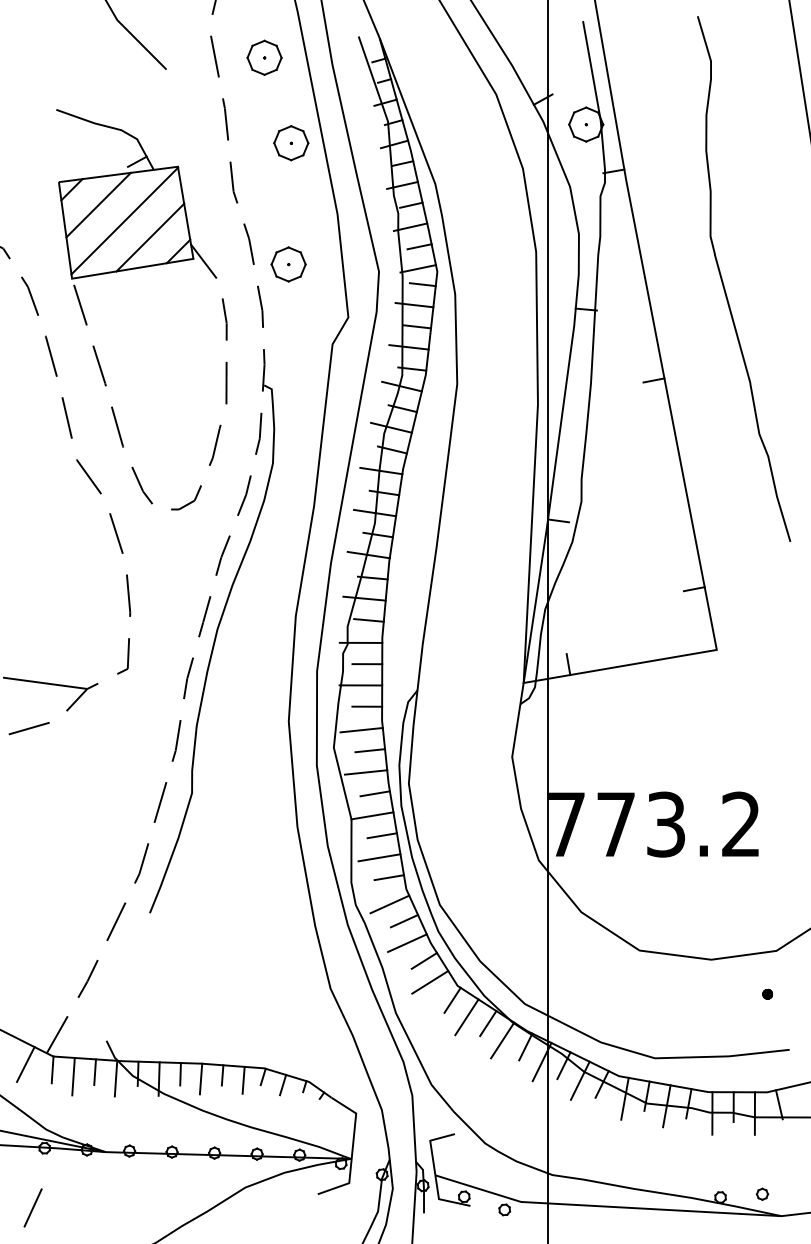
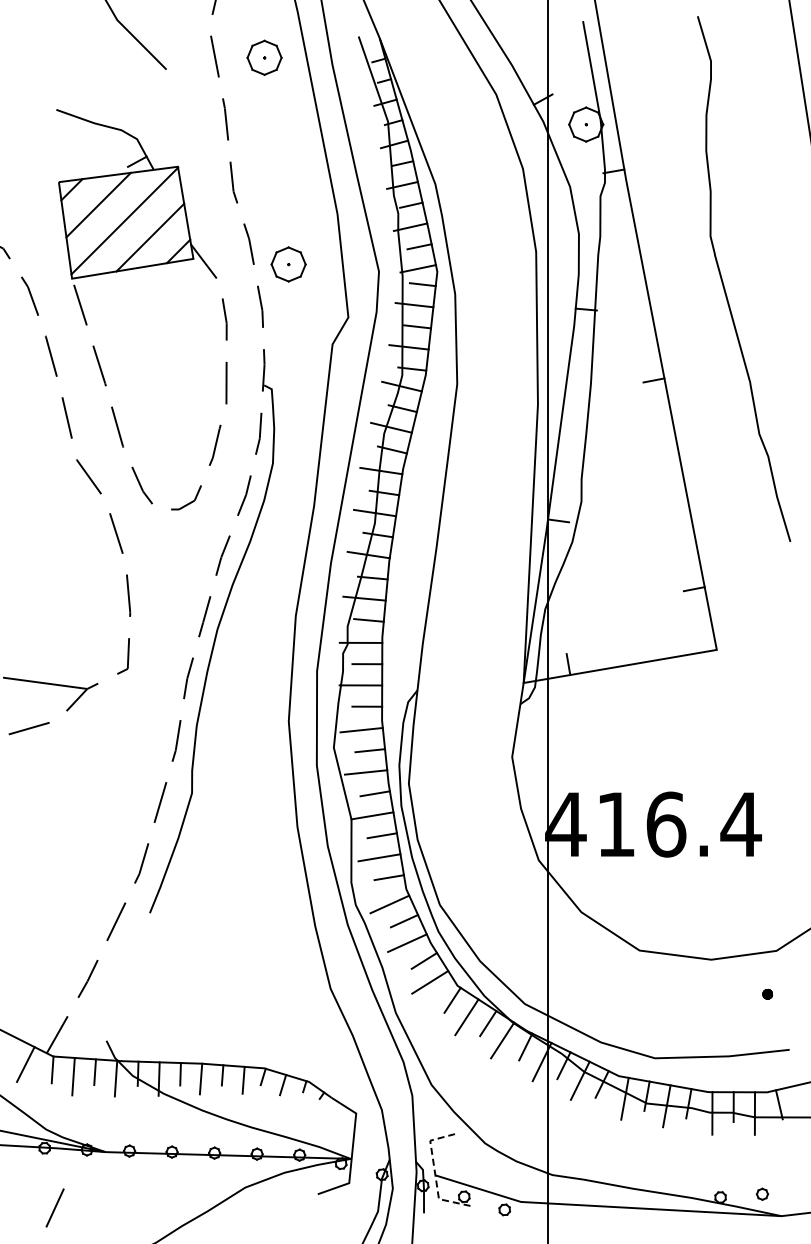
part at (291, 143): present -> none
text at (653, 824): 773.2 -> 416.4
line at (435, 1172): solid -> dashed
line at (32, 1207) position: (32, 1207) -> (54, 1207)
